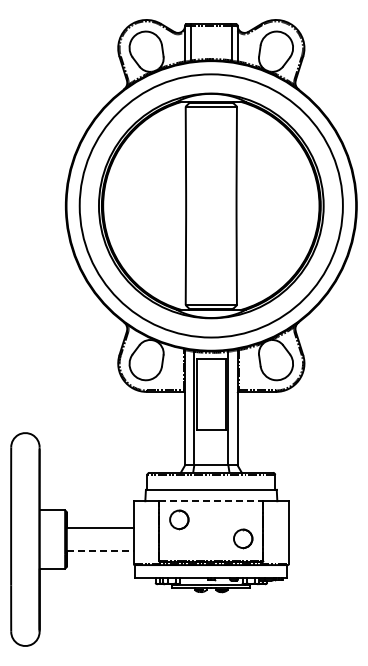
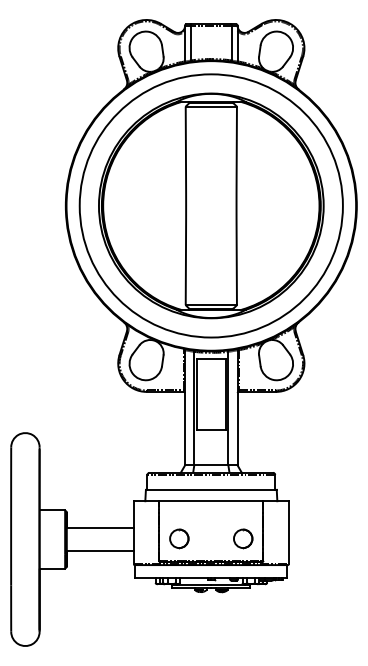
line at (211, 501): dashed -> solid
part at (179, 519) position: (179, 519) -> (179, 538)
line at (100, 550): dashed -> solid
